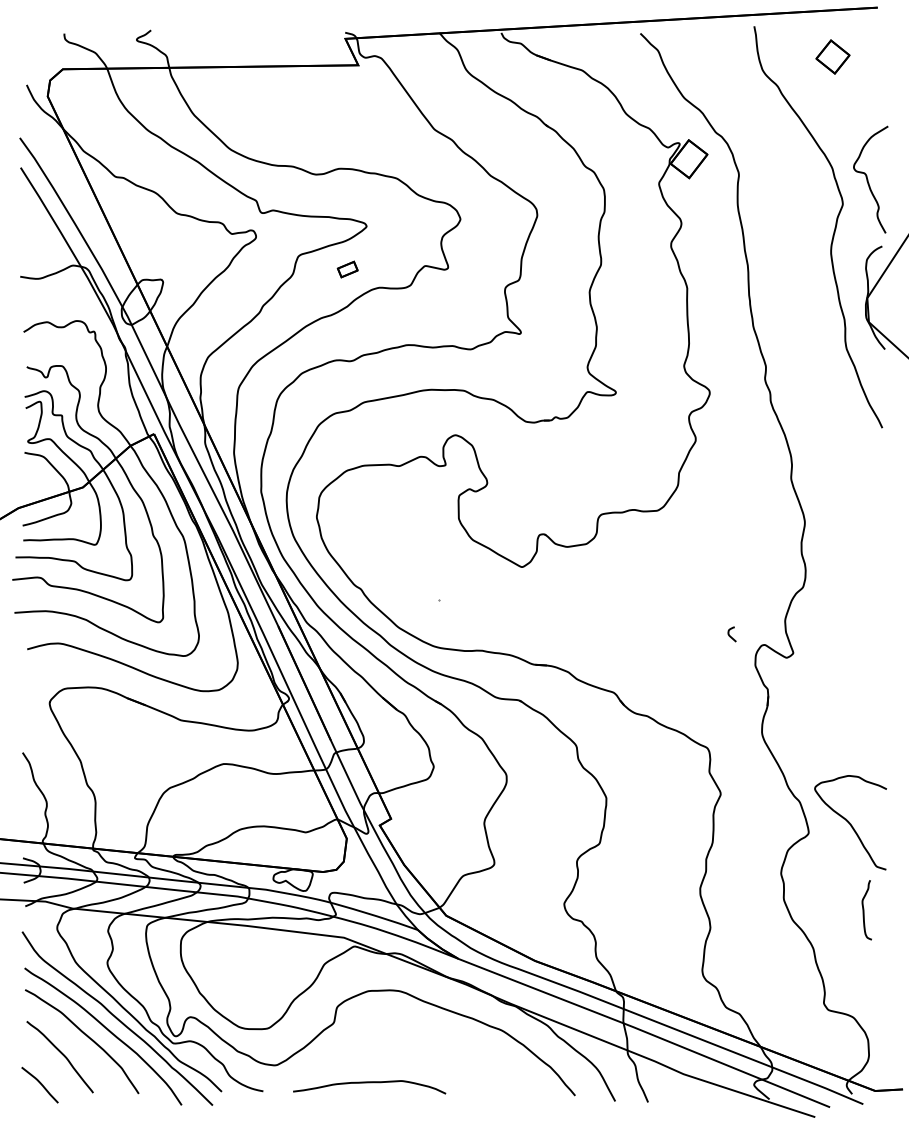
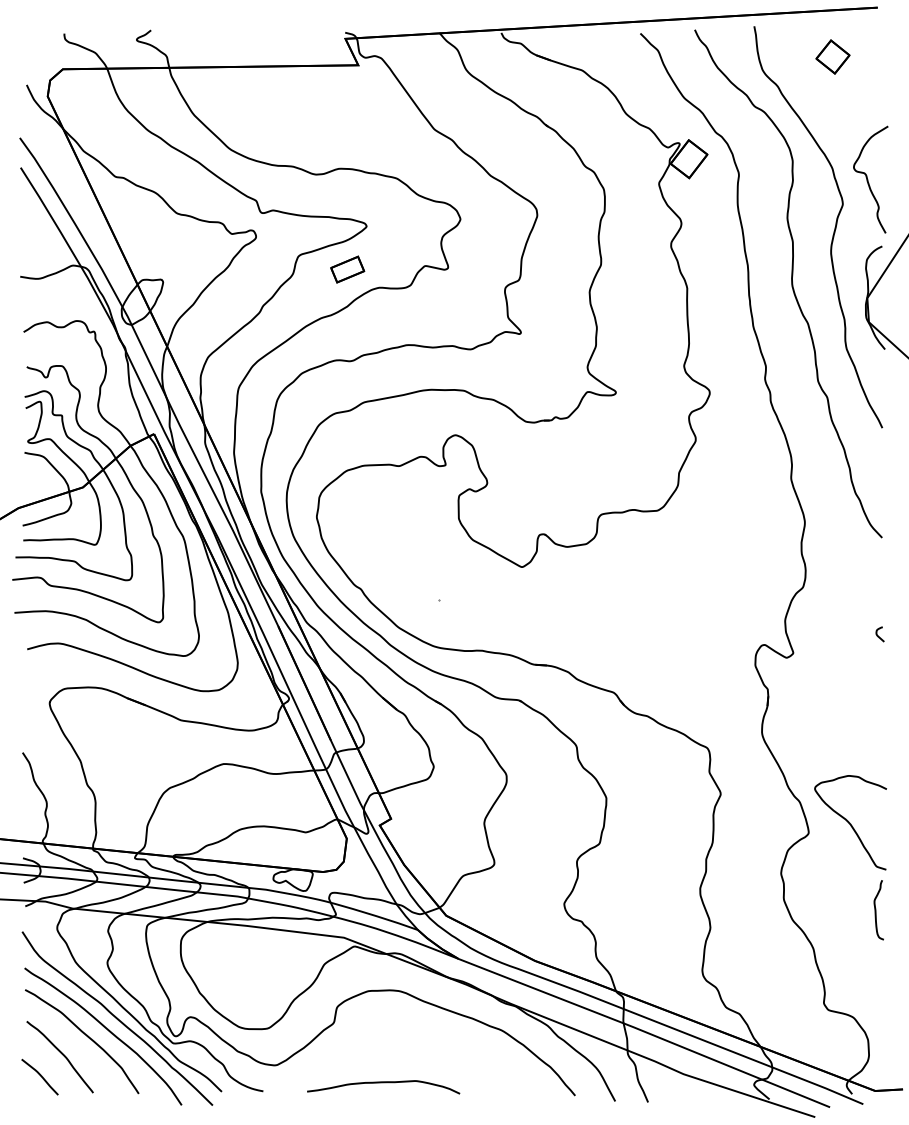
part at (347, 269) size: 23x19 px -> 36x29 px
curve at (791, 283): none -> present
curve at (730, 635) position: (730, 635) -> (878, 635)
curve at (864, 910) position: (864, 910) -> (876, 910)
curve at (39, 1083) position: (39, 1083) -> (39, 1075)
curve at (369, 1083) position: (369, 1083) -> (383, 1083)
